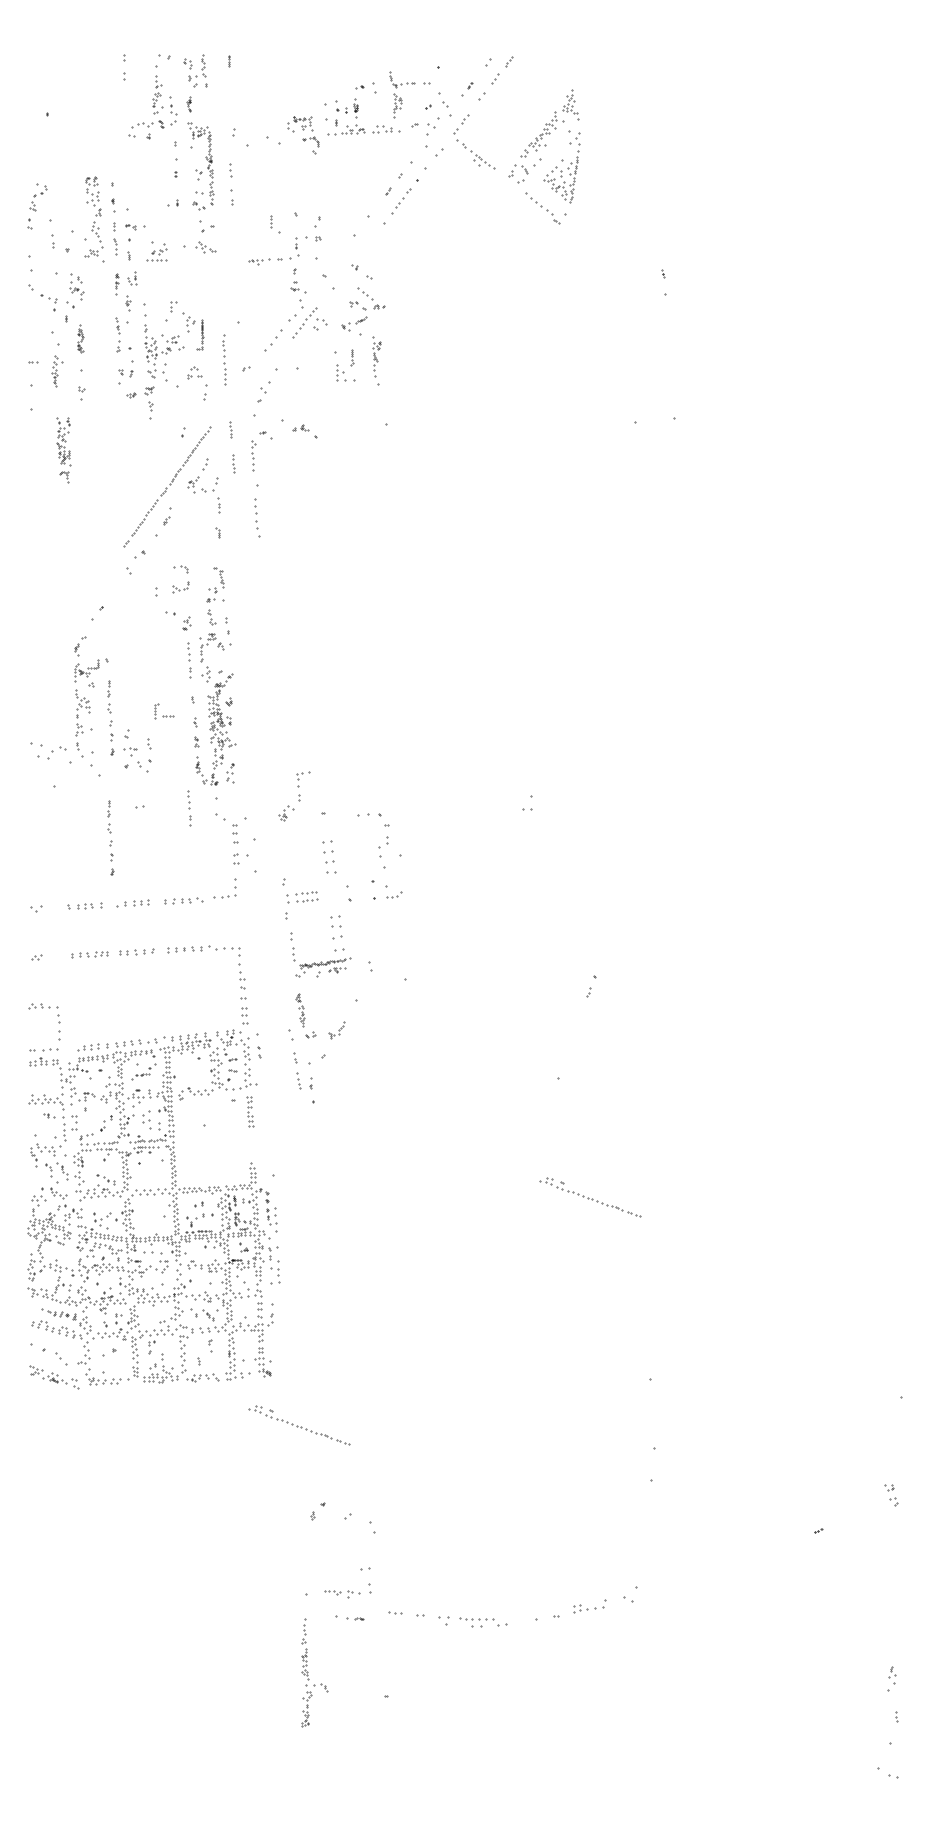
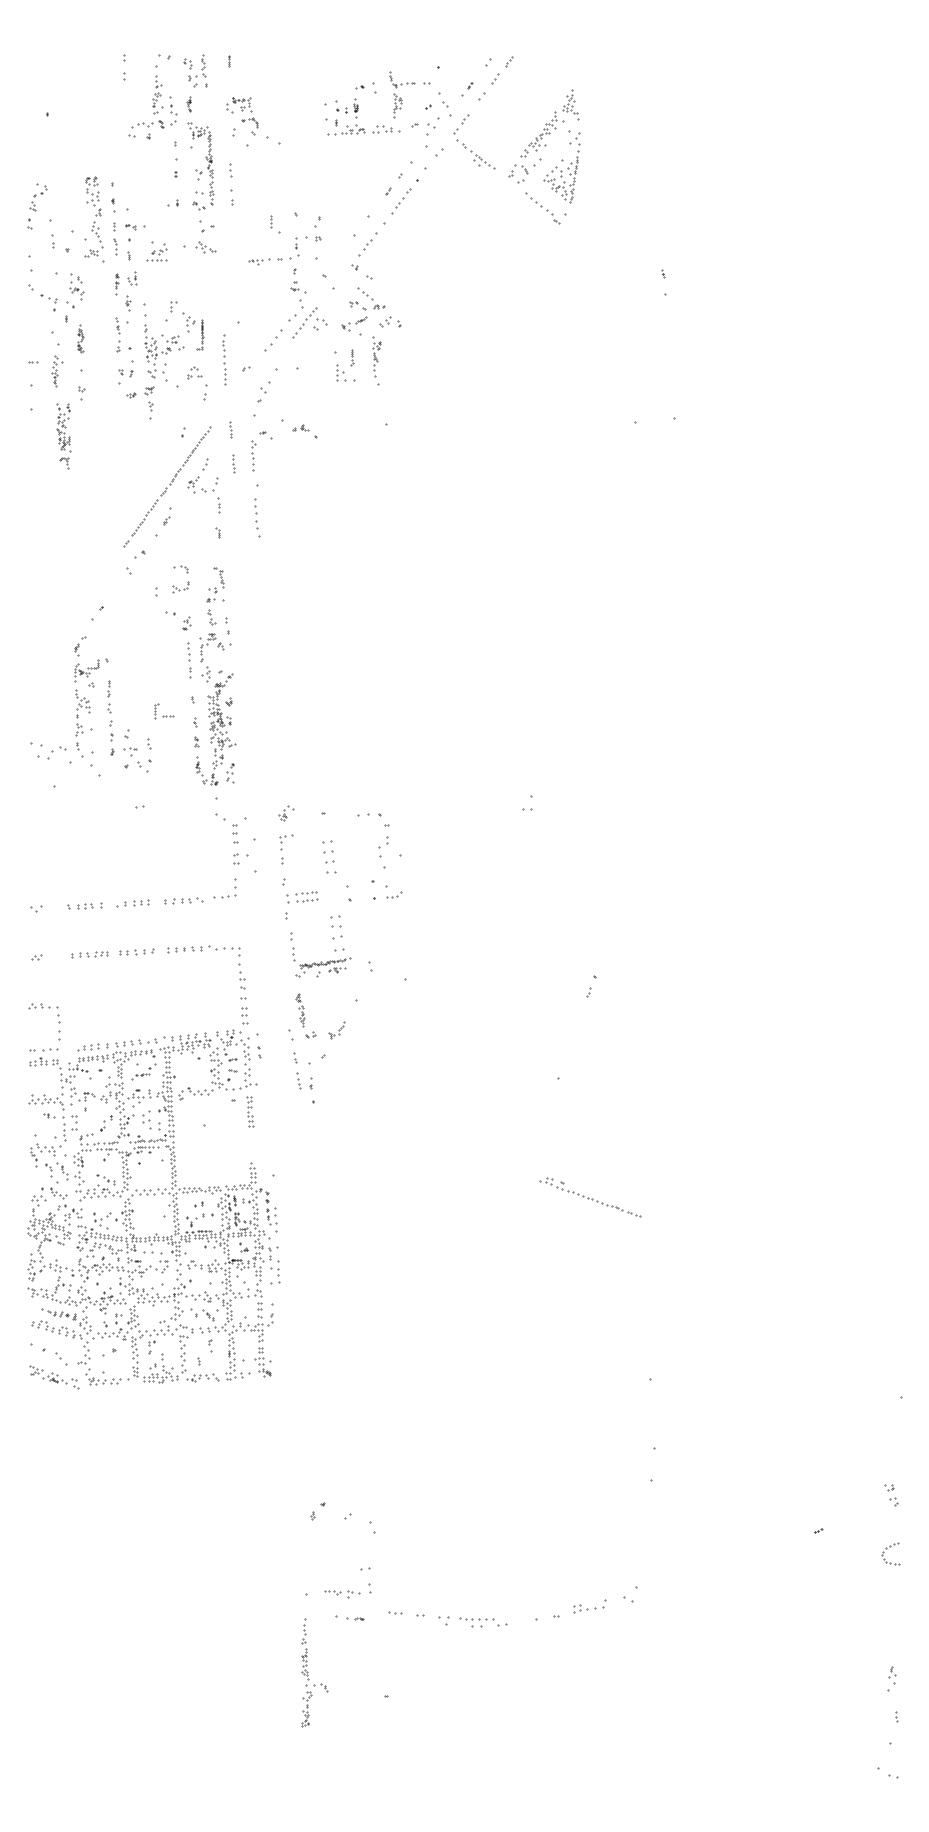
part at (303, 135) position: (303, 135) -> (242, 116)
part at (367, 244): none -> present
part at (390, 321): none -> present
part at (63, 450) position: (63, 450) -> (63, 436)
part at (303, 786) position: (303, 786) -> (286, 849)
part at (189, 808): present -> none
part at (110, 837): present -> none
part at (299, 1425): present -> none
part at (890, 1553): none -> present
